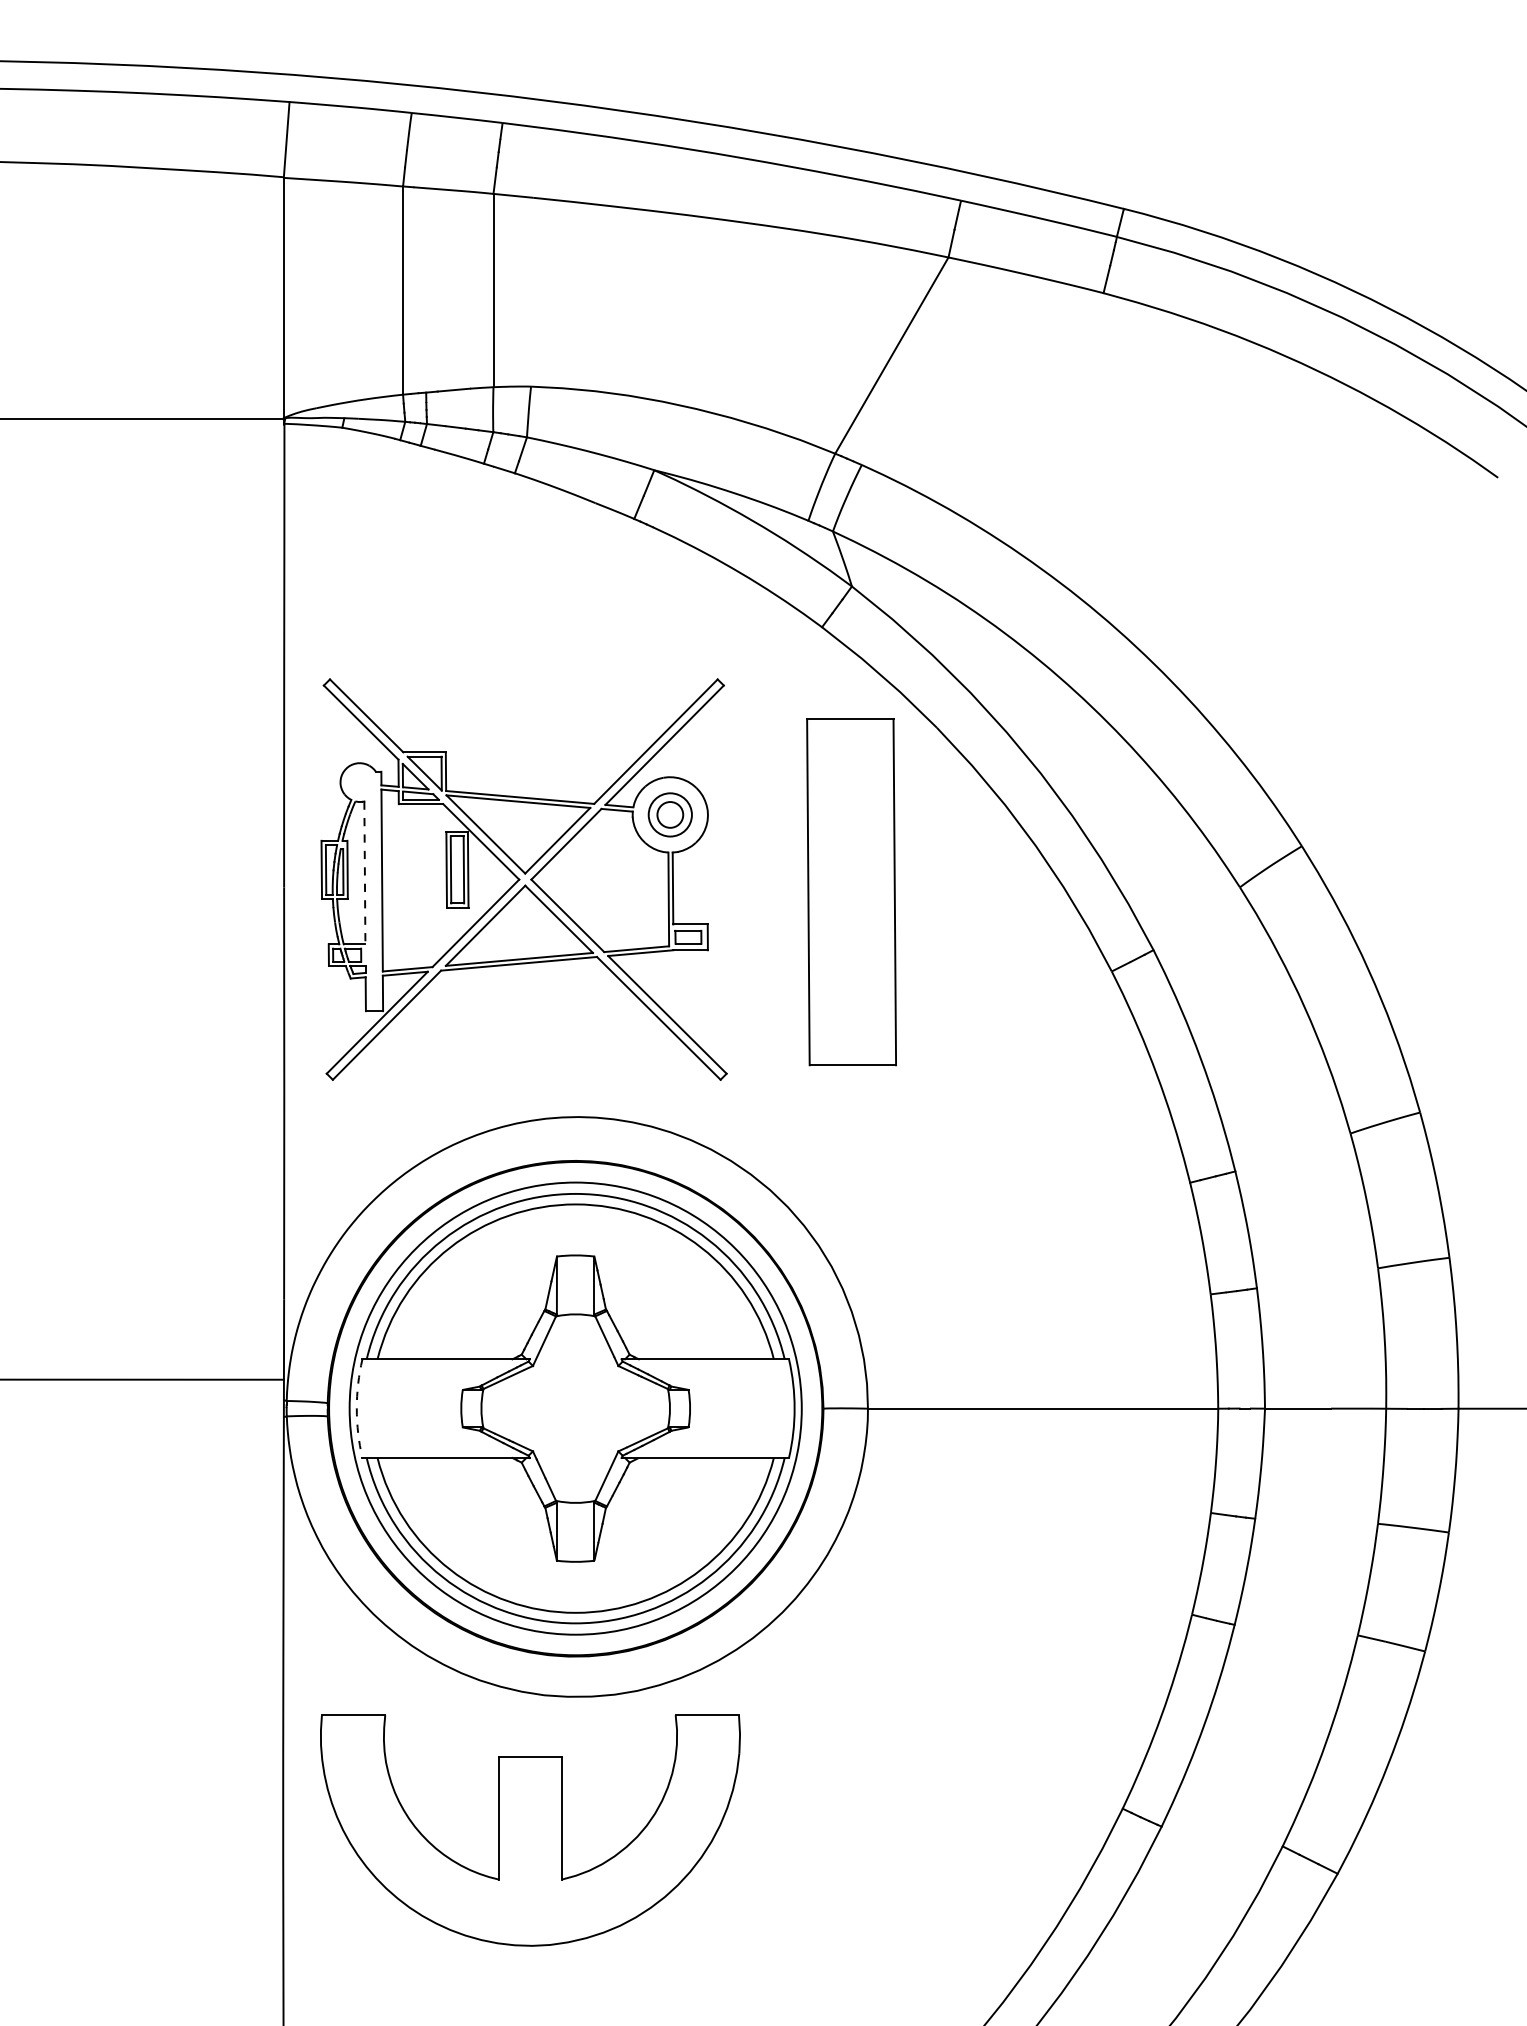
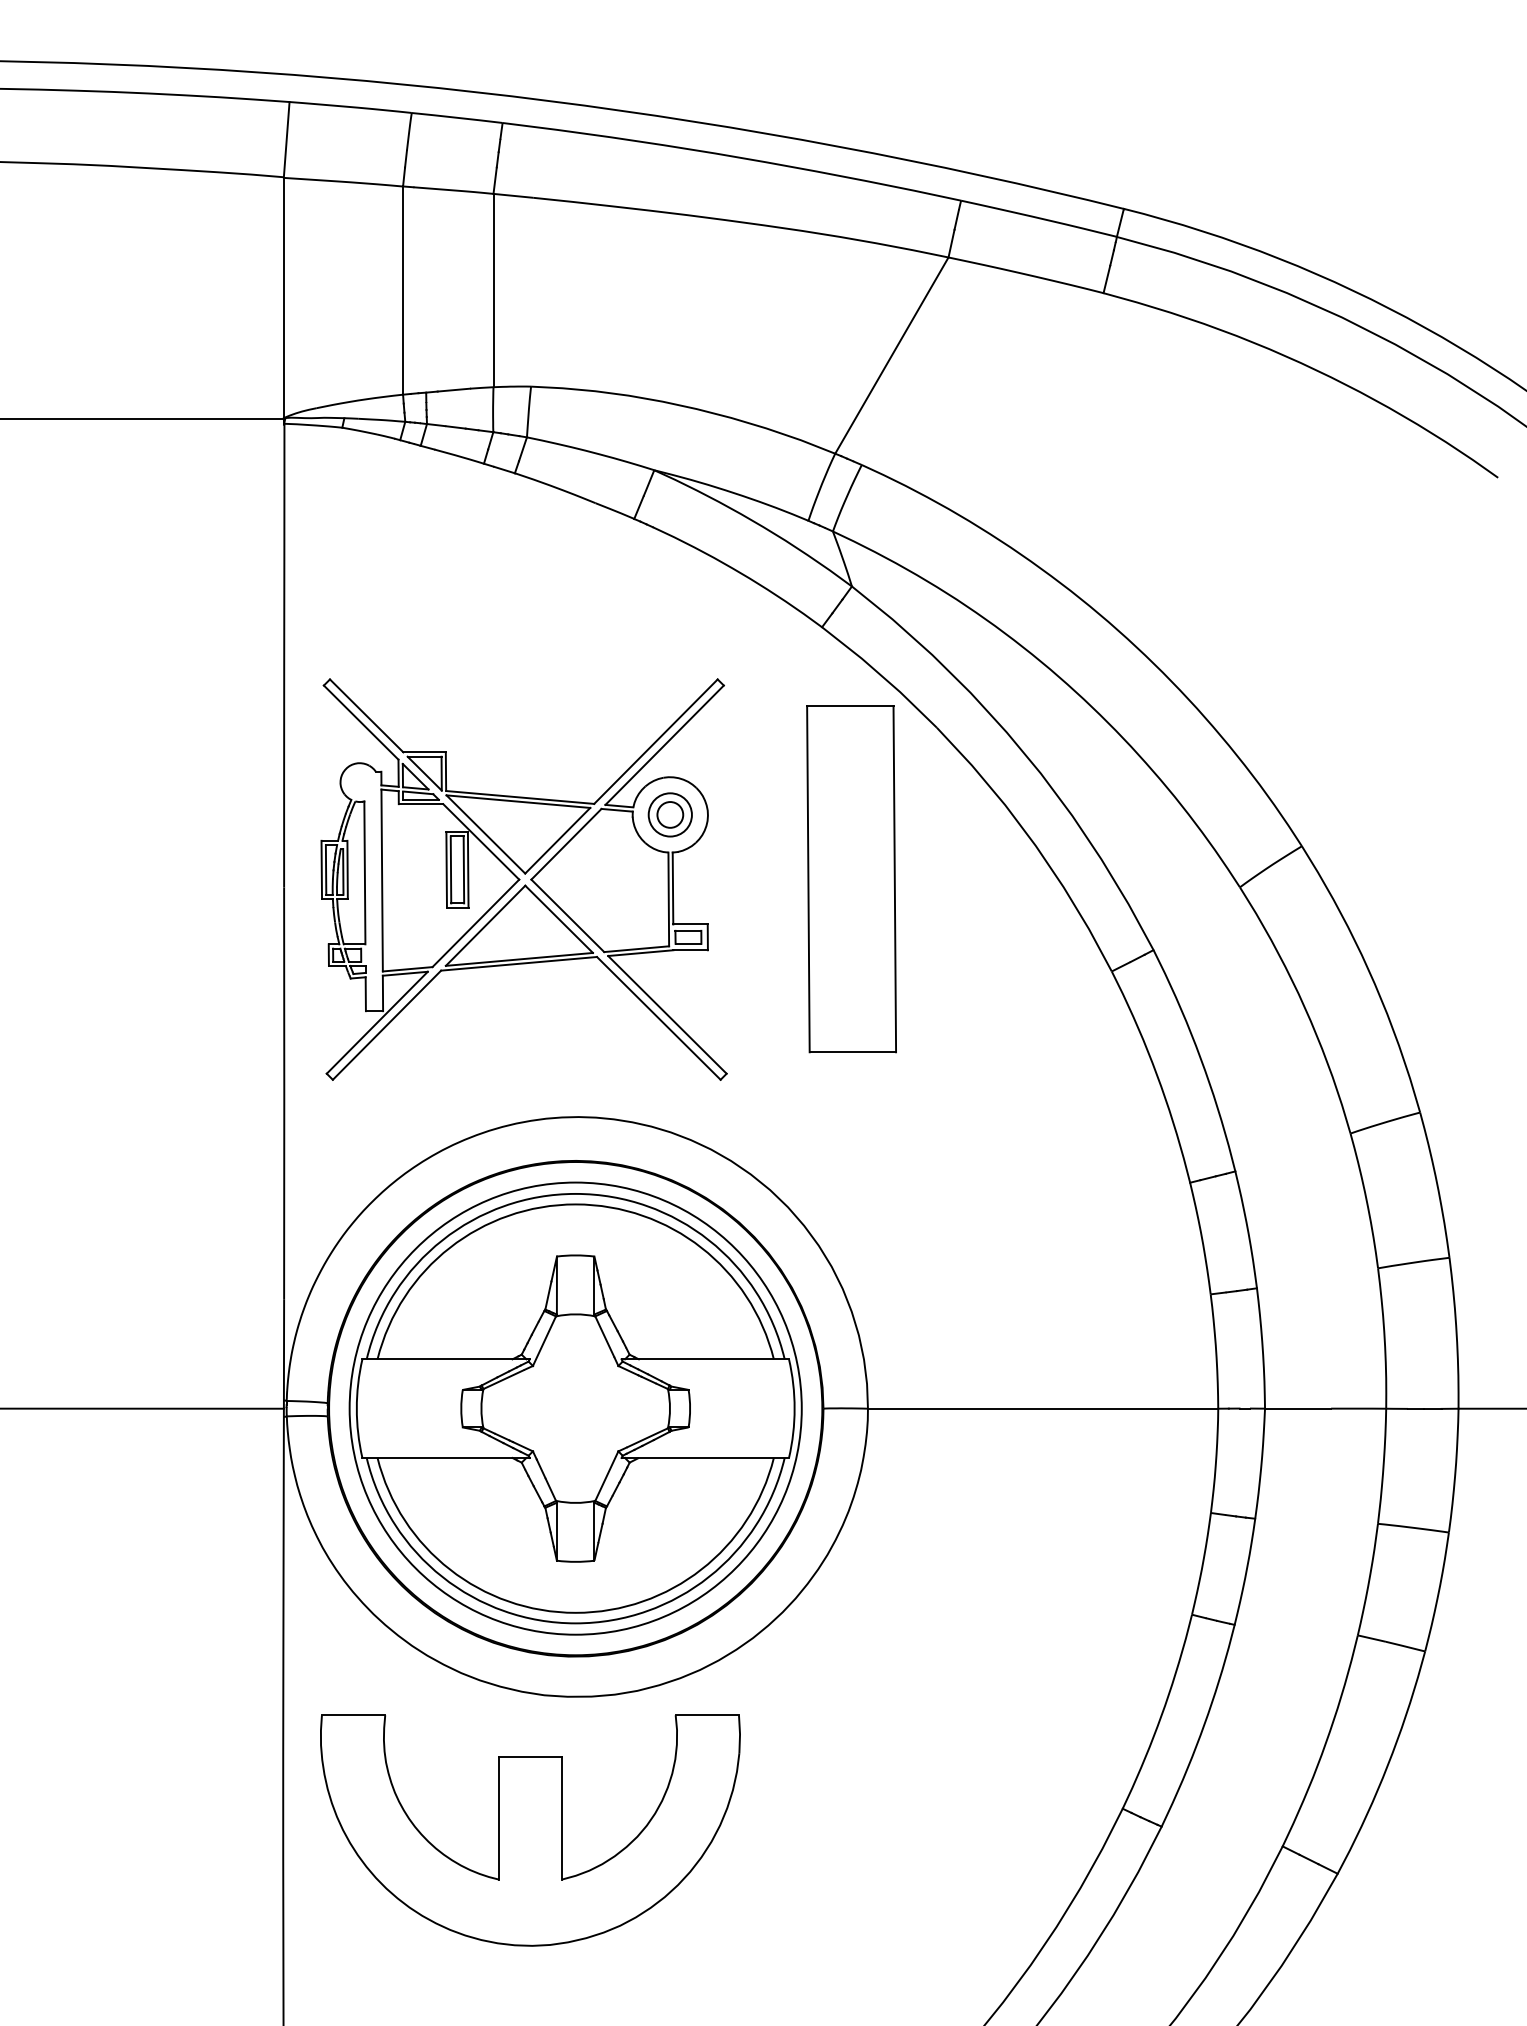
line at (364, 873): dashed -> solid
part at (851, 892) position: (851, 892) -> (851, 879)
line at (142, 1379) position: (142, 1379) -> (142, 1408)
arc at (356, 1408): dashed -> solid
